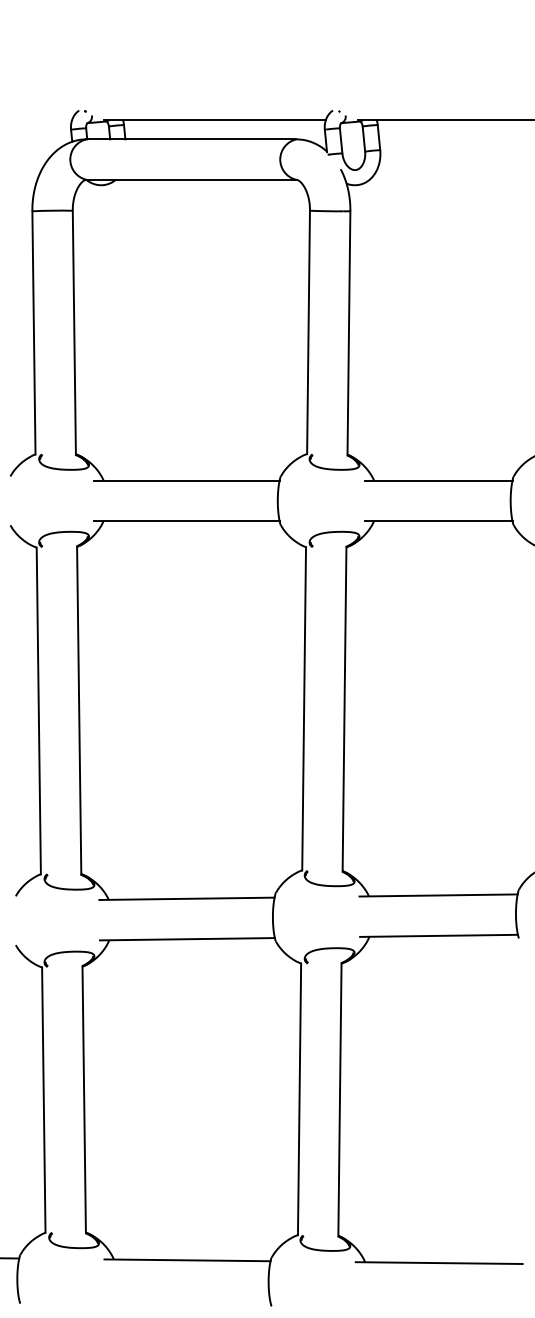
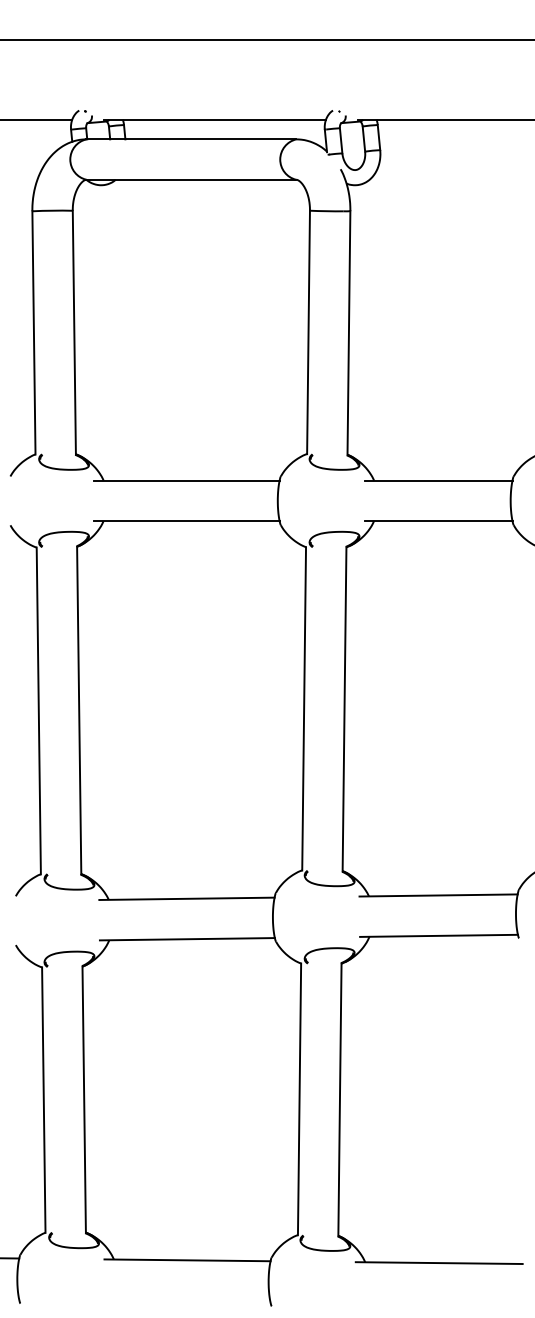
line at (266, 39): none -> present
line at (37, 119): none -> present
